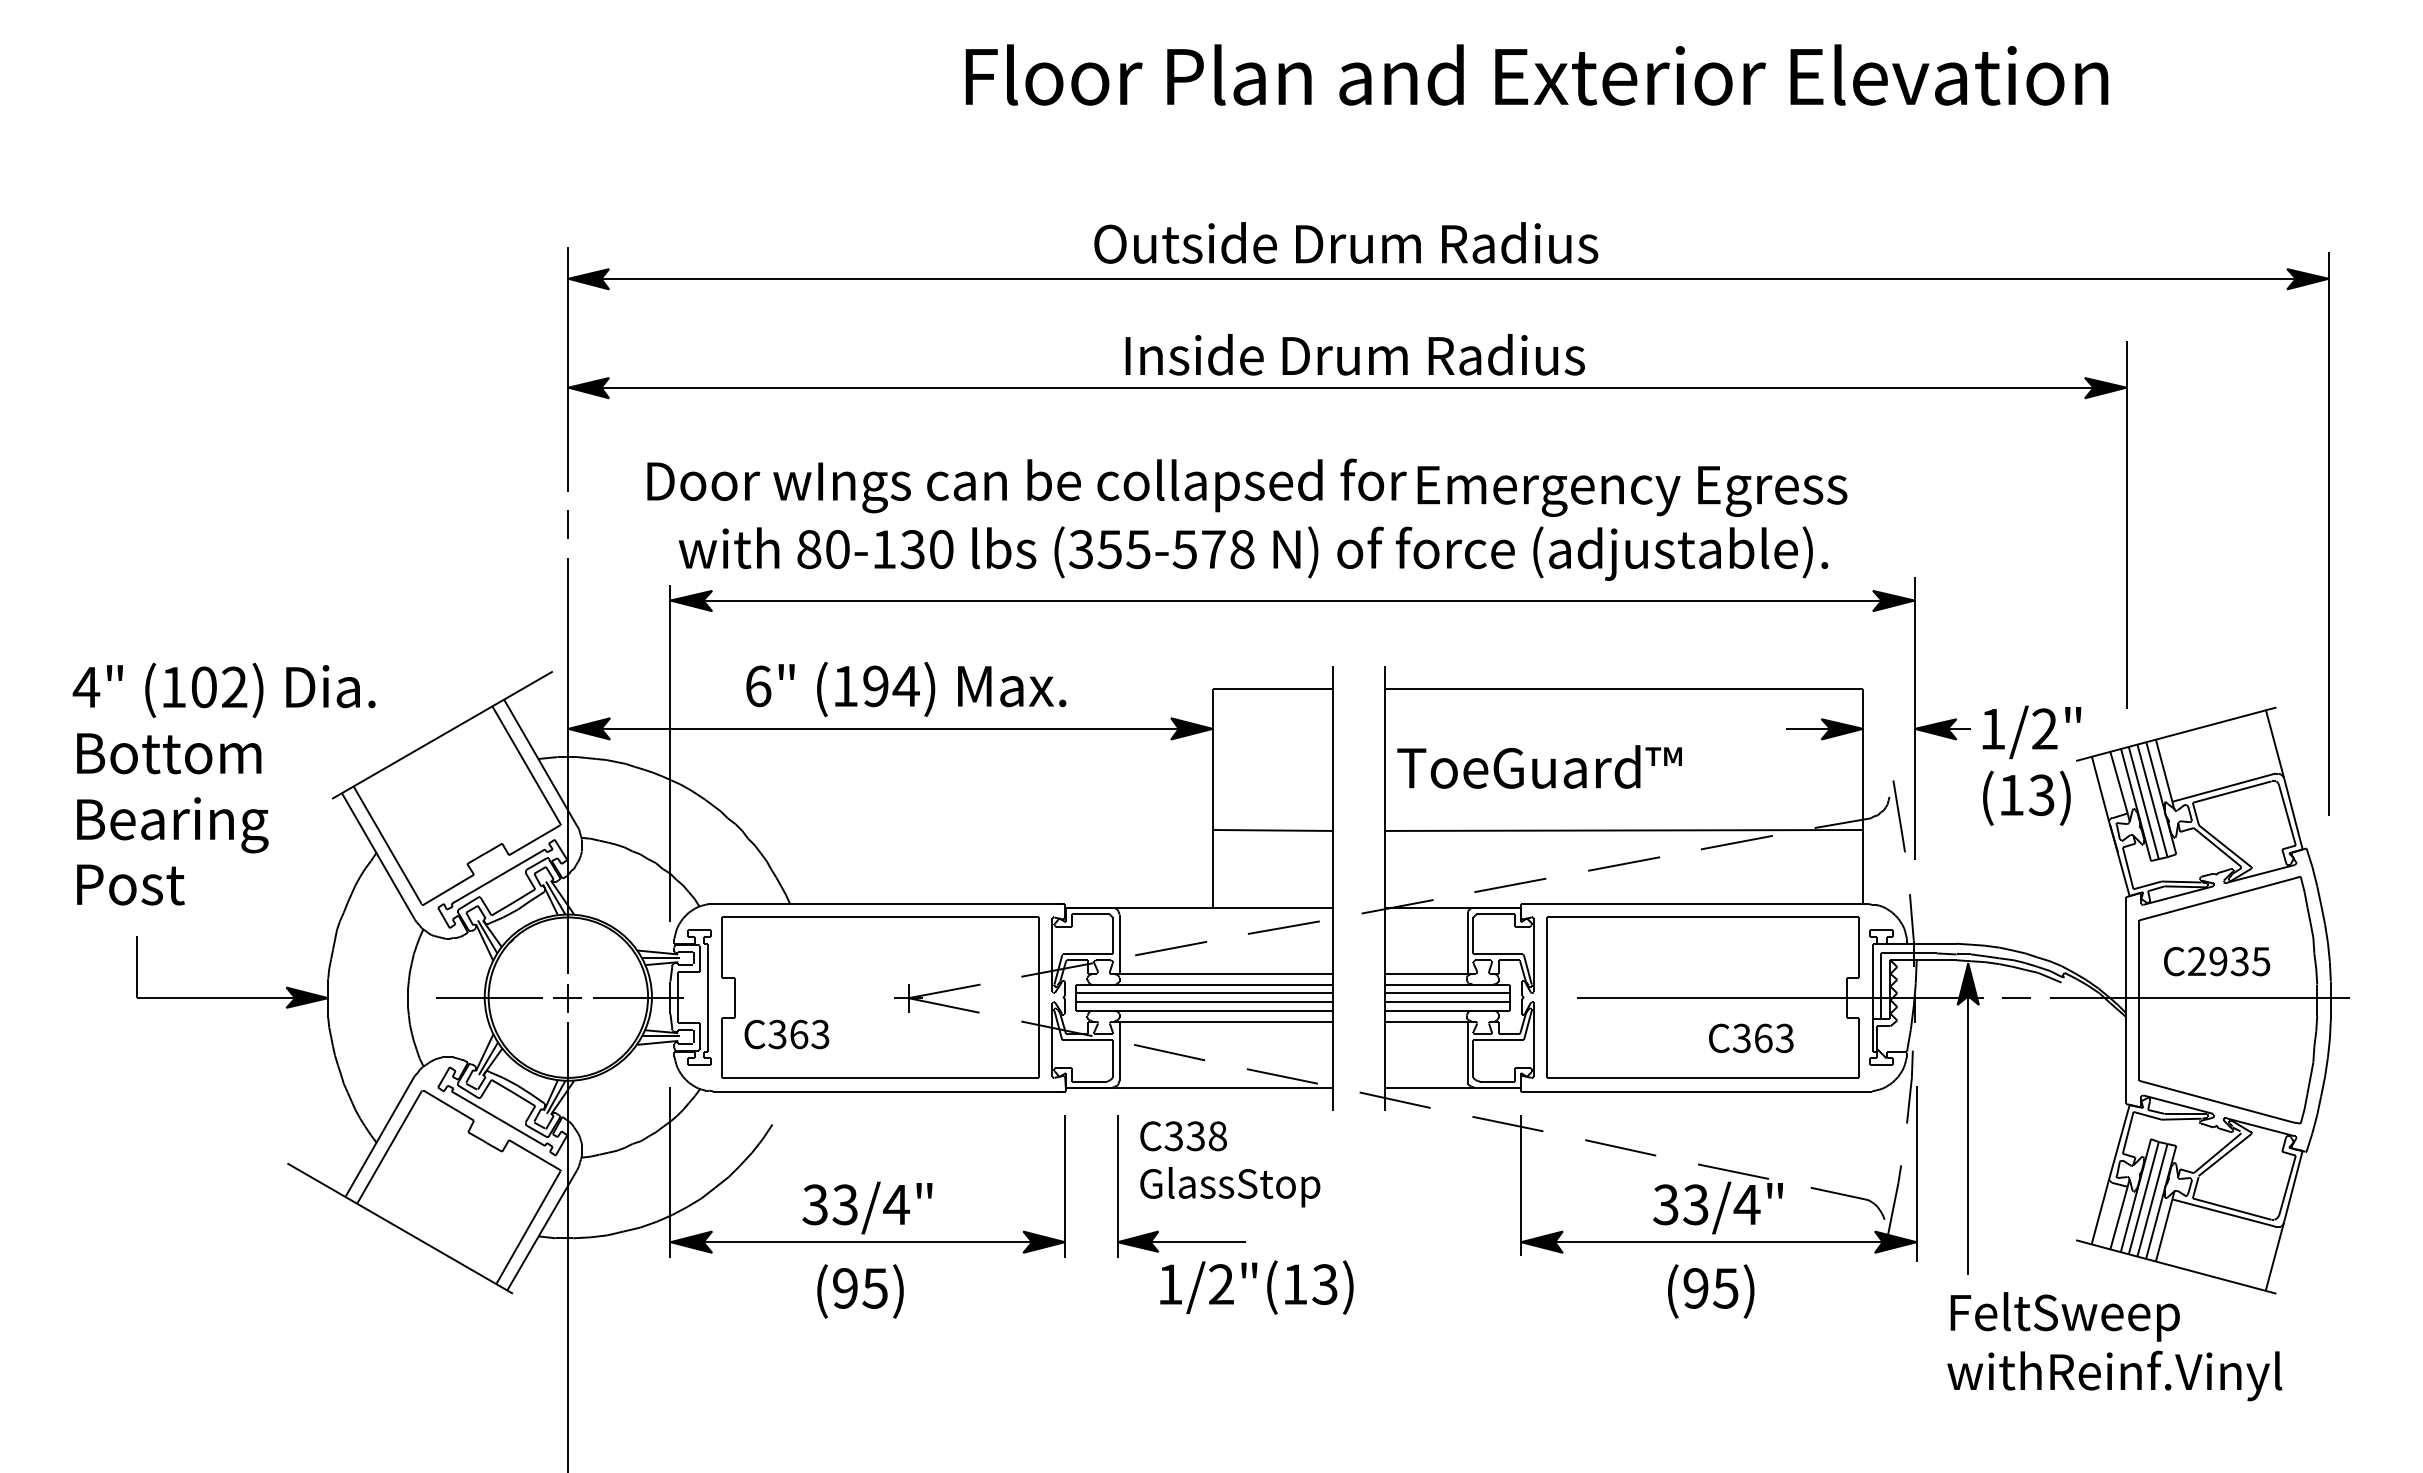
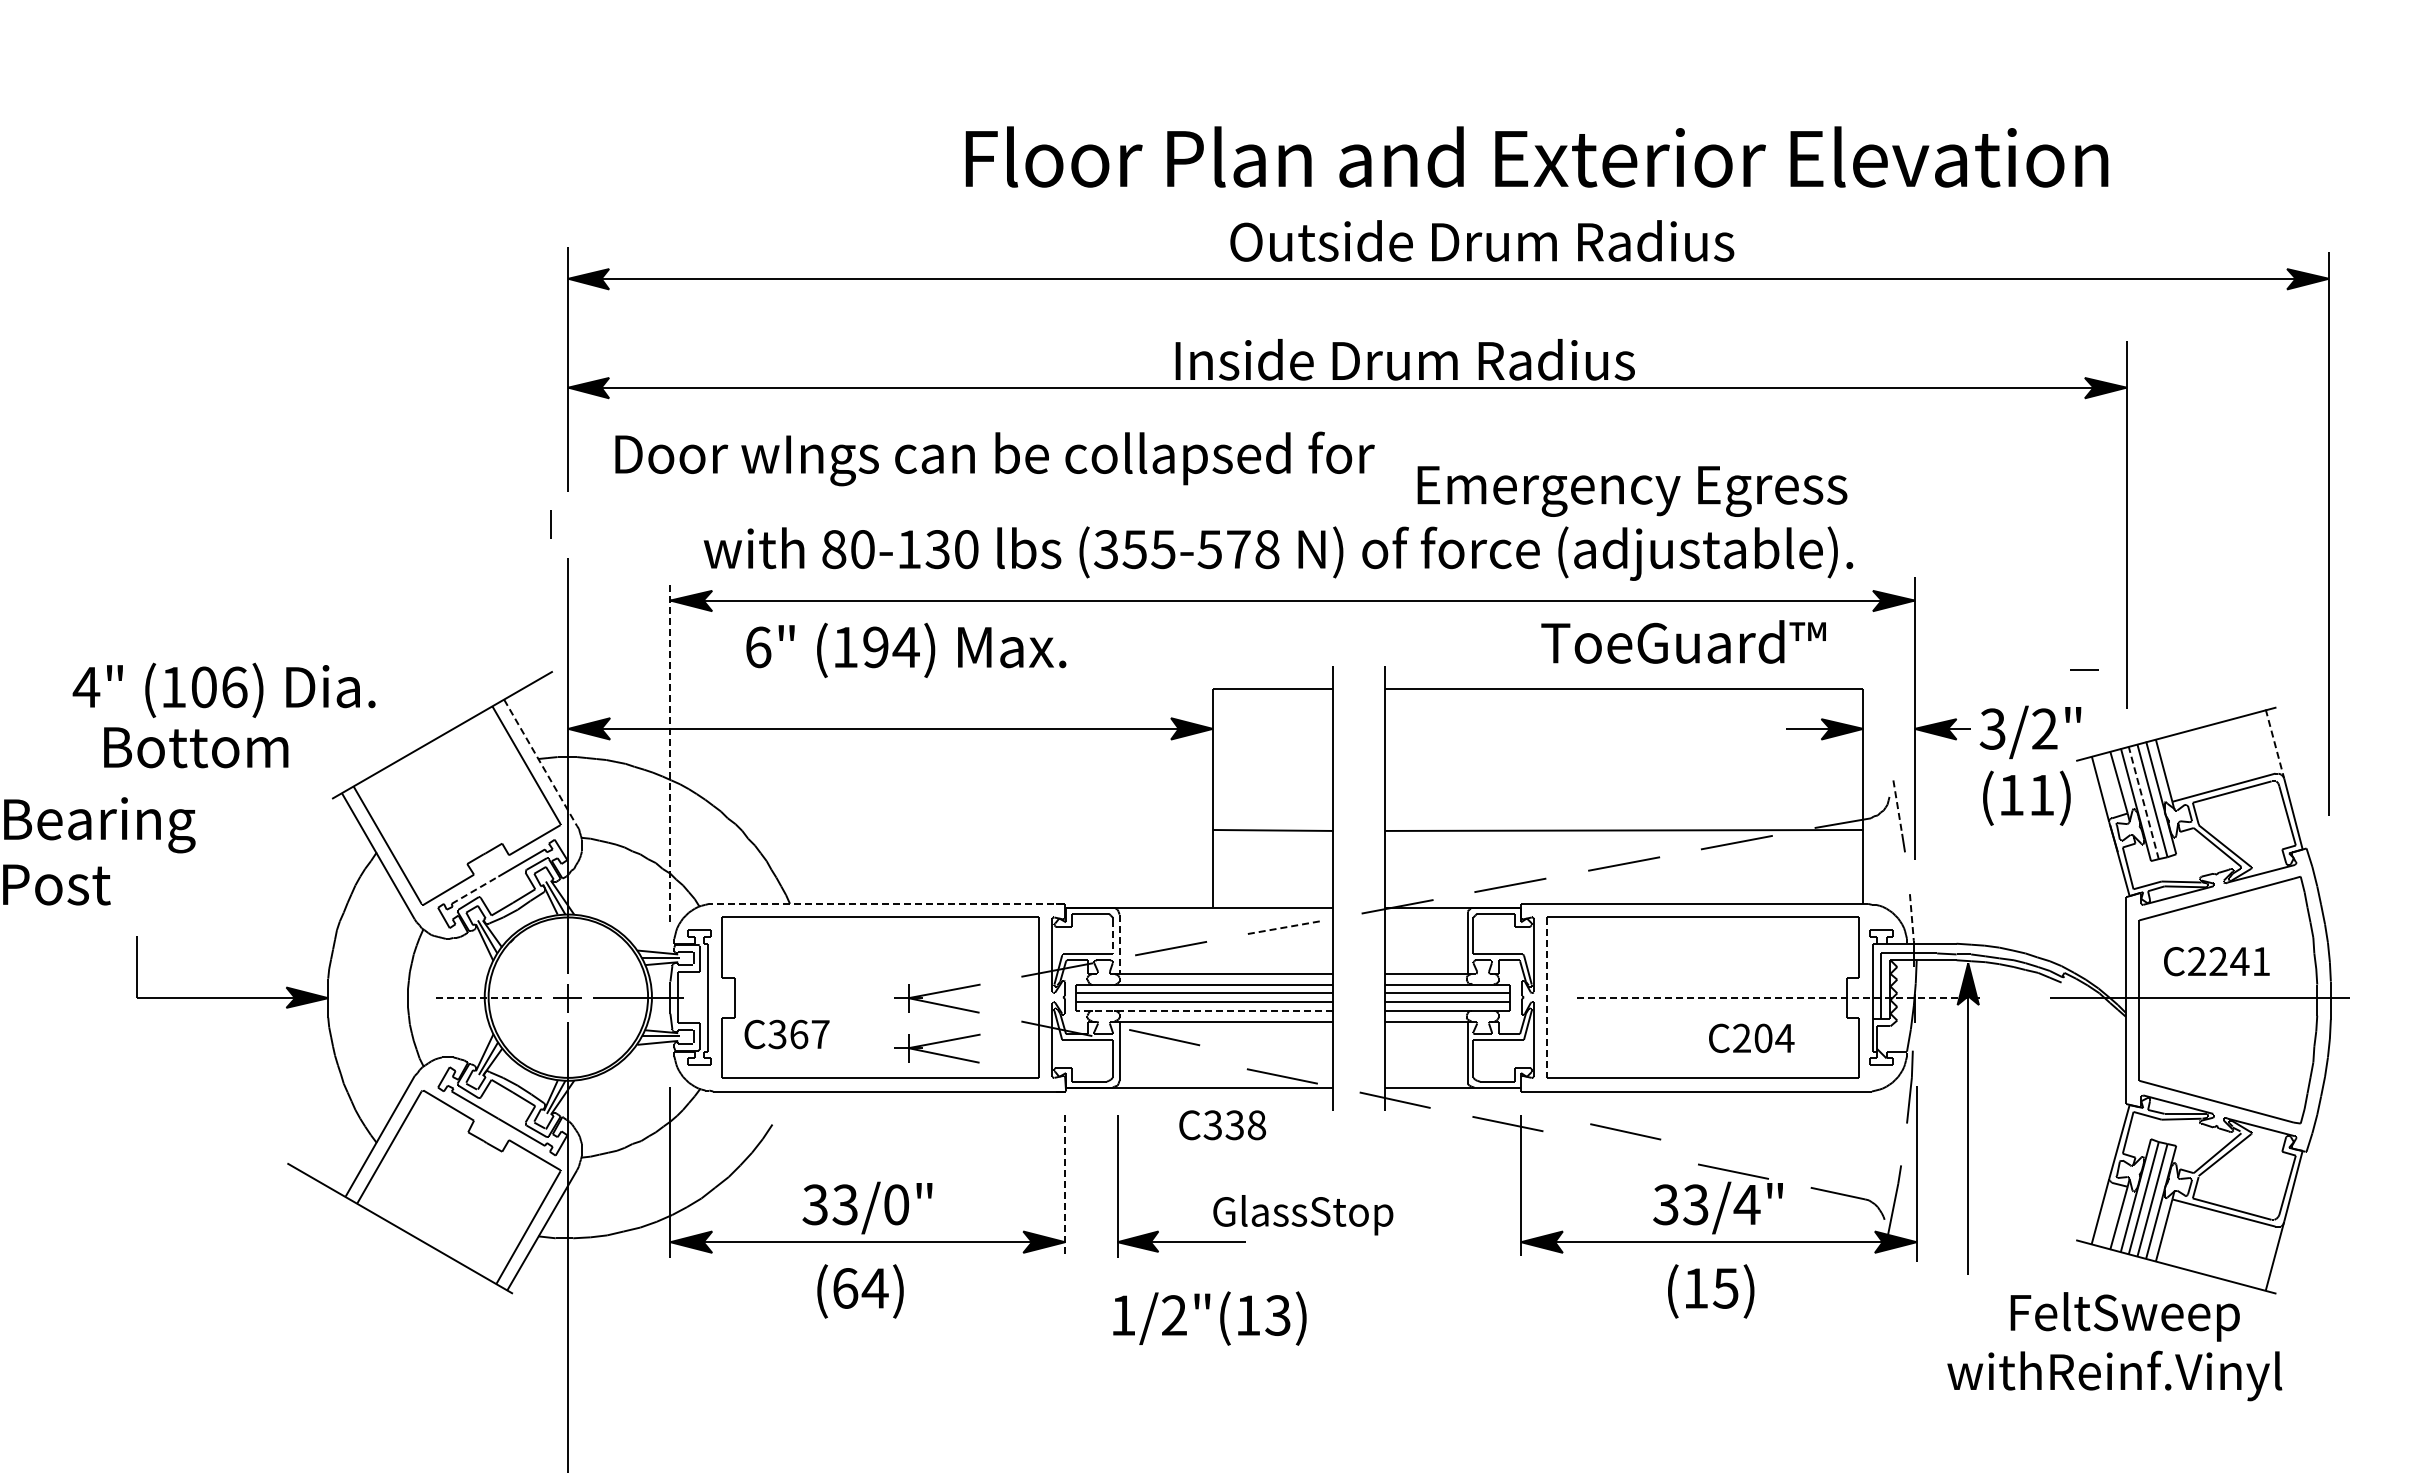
text at (1536, 74) position: (1536, 74) -> (1536, 156)
text at (1346, 242) position: (1346, 242) -> (1482, 240)
text at (1354, 354) position: (1354, 354) -> (1404, 359)
text at (1026, 485) position: (1026, 485) -> (994, 458)
line at (567, 524) position: (567, 524) -> (550, 524)
text at (1253, 553) position: (1253, 553) -> (1278, 553)
text at (234, 687): (102) -> (106)
text at (906, 688) position: (906, 688) -> (906, 649)
text at (1992, 728): 1/2" -> 3/2"
line at (2274, 743): solid -> dashed
text at (169, 753) position: (169, 753) -> (196, 747)
line at (670, 753): solid -> dashed
line at (540, 762): solid -> dashed
text at (1539, 766) position: (1539, 766) -> (1683, 641)
text at (2041, 795): (13) -> (11)
line at (2143, 802): solid -> dashed
line at (1897, 807): solid -> dashed
text at (172, 825) position: (172, 825) -> (99, 825)
text at (130, 884) position: (130, 884) -> (56, 884)
line at (475, 890): solid -> dashed
line at (889, 903): solid -> dashed
line at (1911, 917): solid -> dashed
line at (1283, 927): solid -> dashed
line at (1112, 937): solid -> dashed
line at (1119, 944): solid -> dashed
text at (2239, 961): C2935 -> C2241
line at (2016, 997) position: (2016, 997) -> (2084, 669)
line at (490, 998): solid -> dashed
line at (1547, 998): solid -> dashed
line at (1781, 998): solid -> dashed
line at (1204, 1010): solid -> dashed
text at (820, 1034): C363 -> C367
text at (1763, 1038): C363 -> C204
part at (937, 1048): none -> present
line at (1169, 1052) position: (1169, 1052) -> (1164, 1037)
text at (1183, 1136) position: (1183, 1136) -> (1222, 1125)
line at (1620, 1147) position: (1620, 1147) -> (1625, 1131)
line at (1065, 1186): solid -> dashed
text at (1230, 1187) position: (1230, 1187) -> (1303, 1215)
text at (895, 1204): 33/4" -> 33/0"
text at (1256, 1287) position: (1256, 1287) -> (1209, 1318)
text at (860, 1288): (95) -> (64)
text at (1695, 1288): (95) -> (15)
text at (2064, 1316) position: (2064, 1316) -> (2124, 1316)
